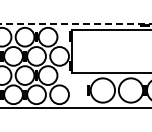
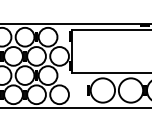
line at (76, 23): dashed -> solid
